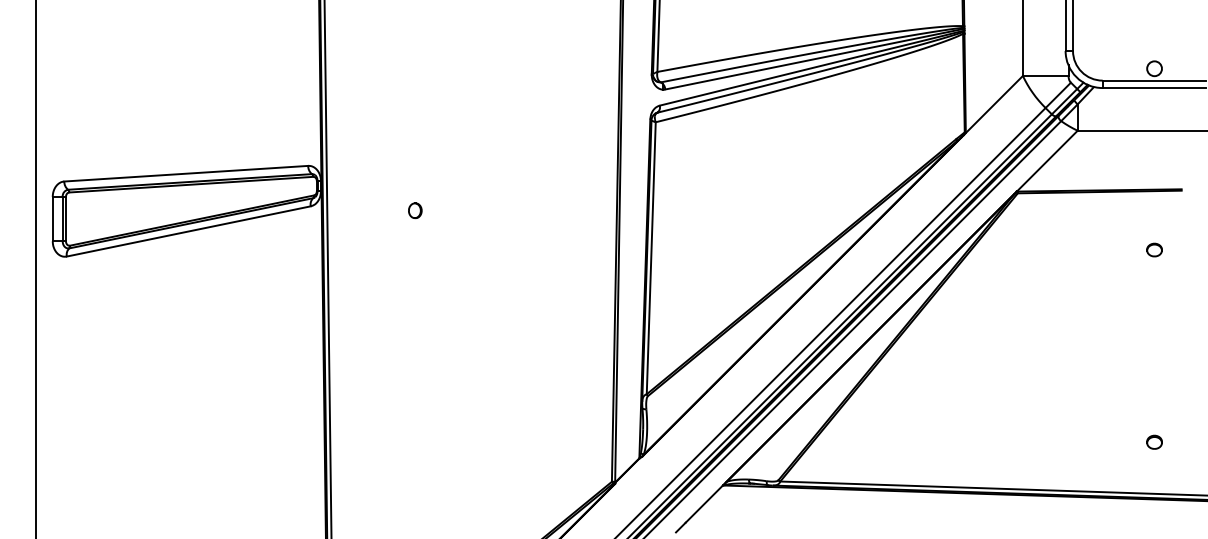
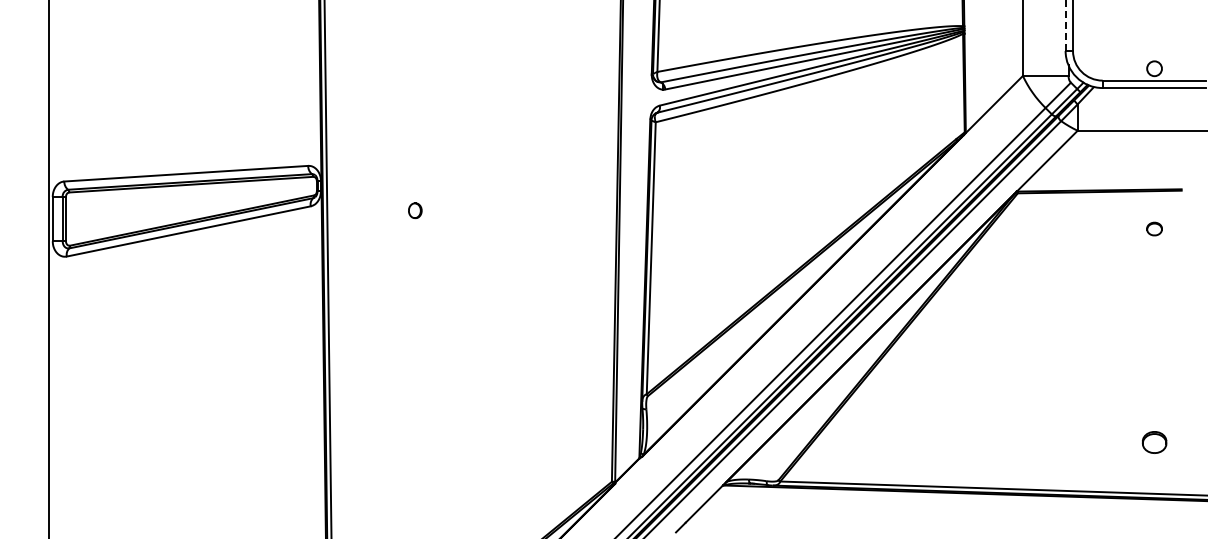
line at (1065, 25): solid -> dashed
part at (1154, 249) position: (1154, 249) -> (1154, 228)
line at (36, 268) position: (36, 268) -> (49, 268)
part at (1154, 441) size: 17x16 px -> 27x23 px
